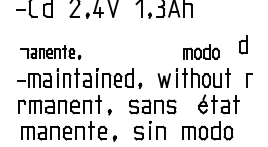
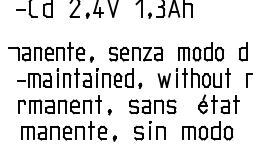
part at (242, 44) position: (242, 44) -> (242, 51)
part at (201, 51) size: 37x16 px -> 47x20 px
part at (50, 52) size: 62x15 px -> 86x21 px
part at (136, 53): none -> present
